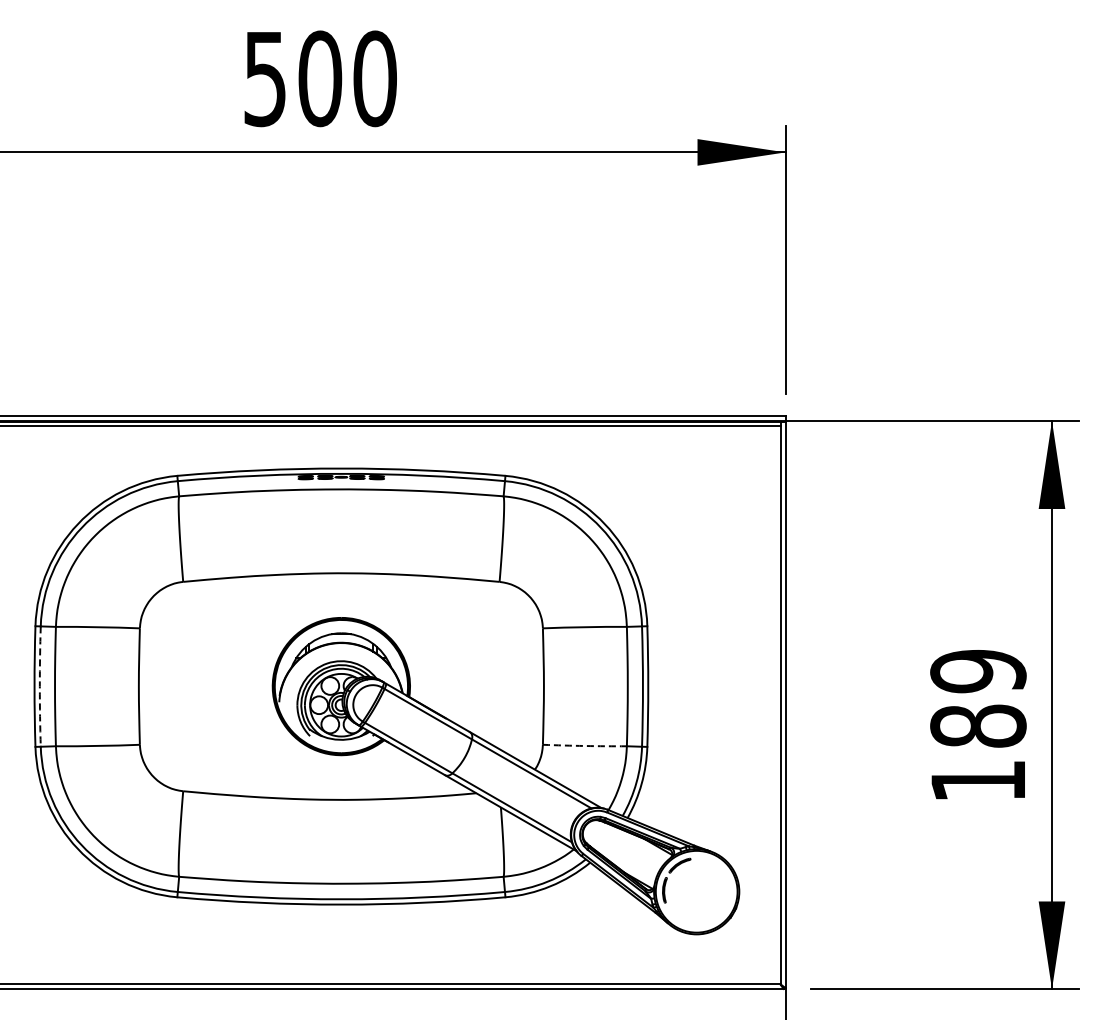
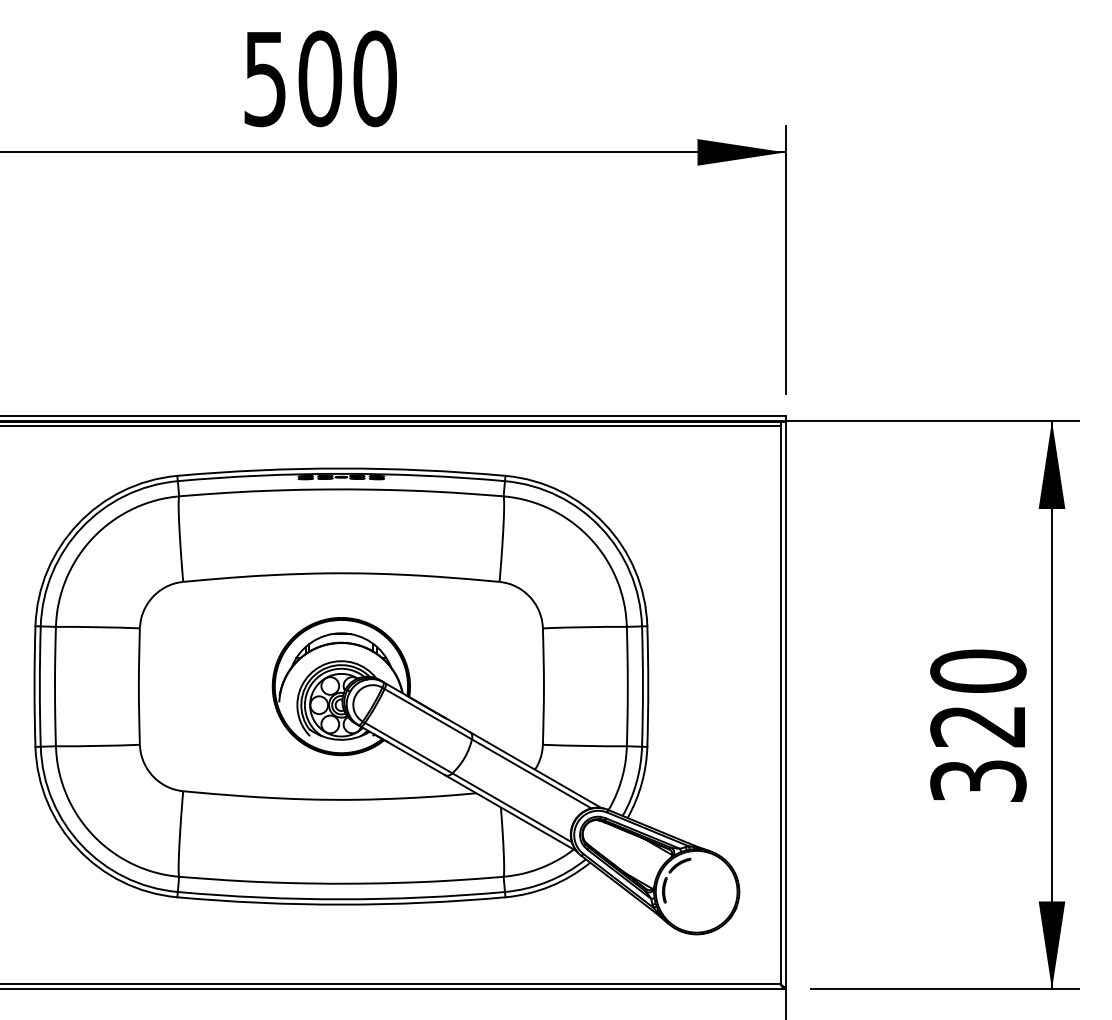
arc at (39, 686): dashed -> solid
text at (978, 725): 189 -> 320
arc at (584, 746): dashed -> solid
